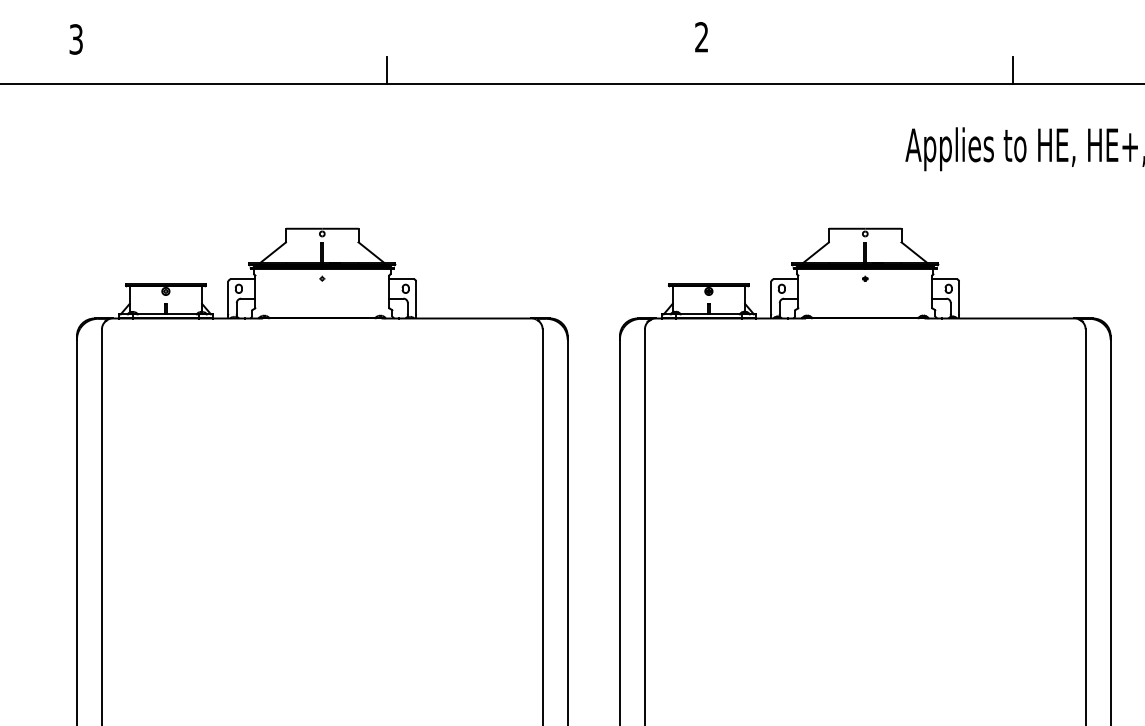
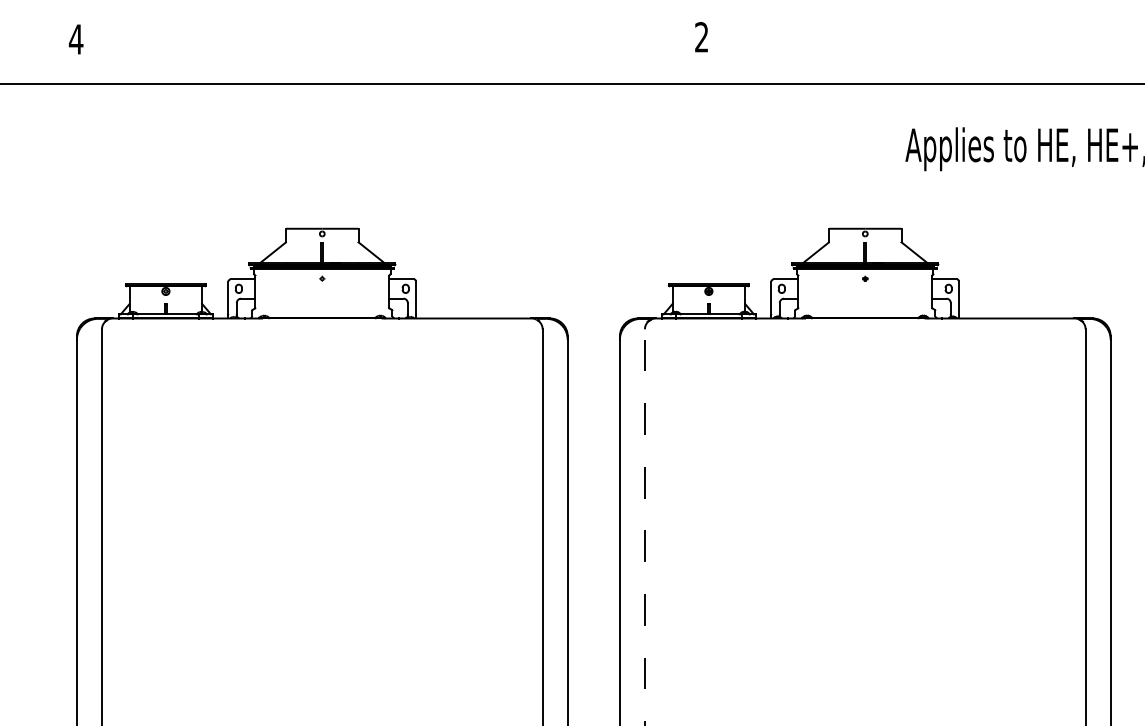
text at (75, 39): 3 -> 4
line at (387, 70): present -> none
line at (1012, 70): present -> none
line at (644, 527): solid -> dashed
